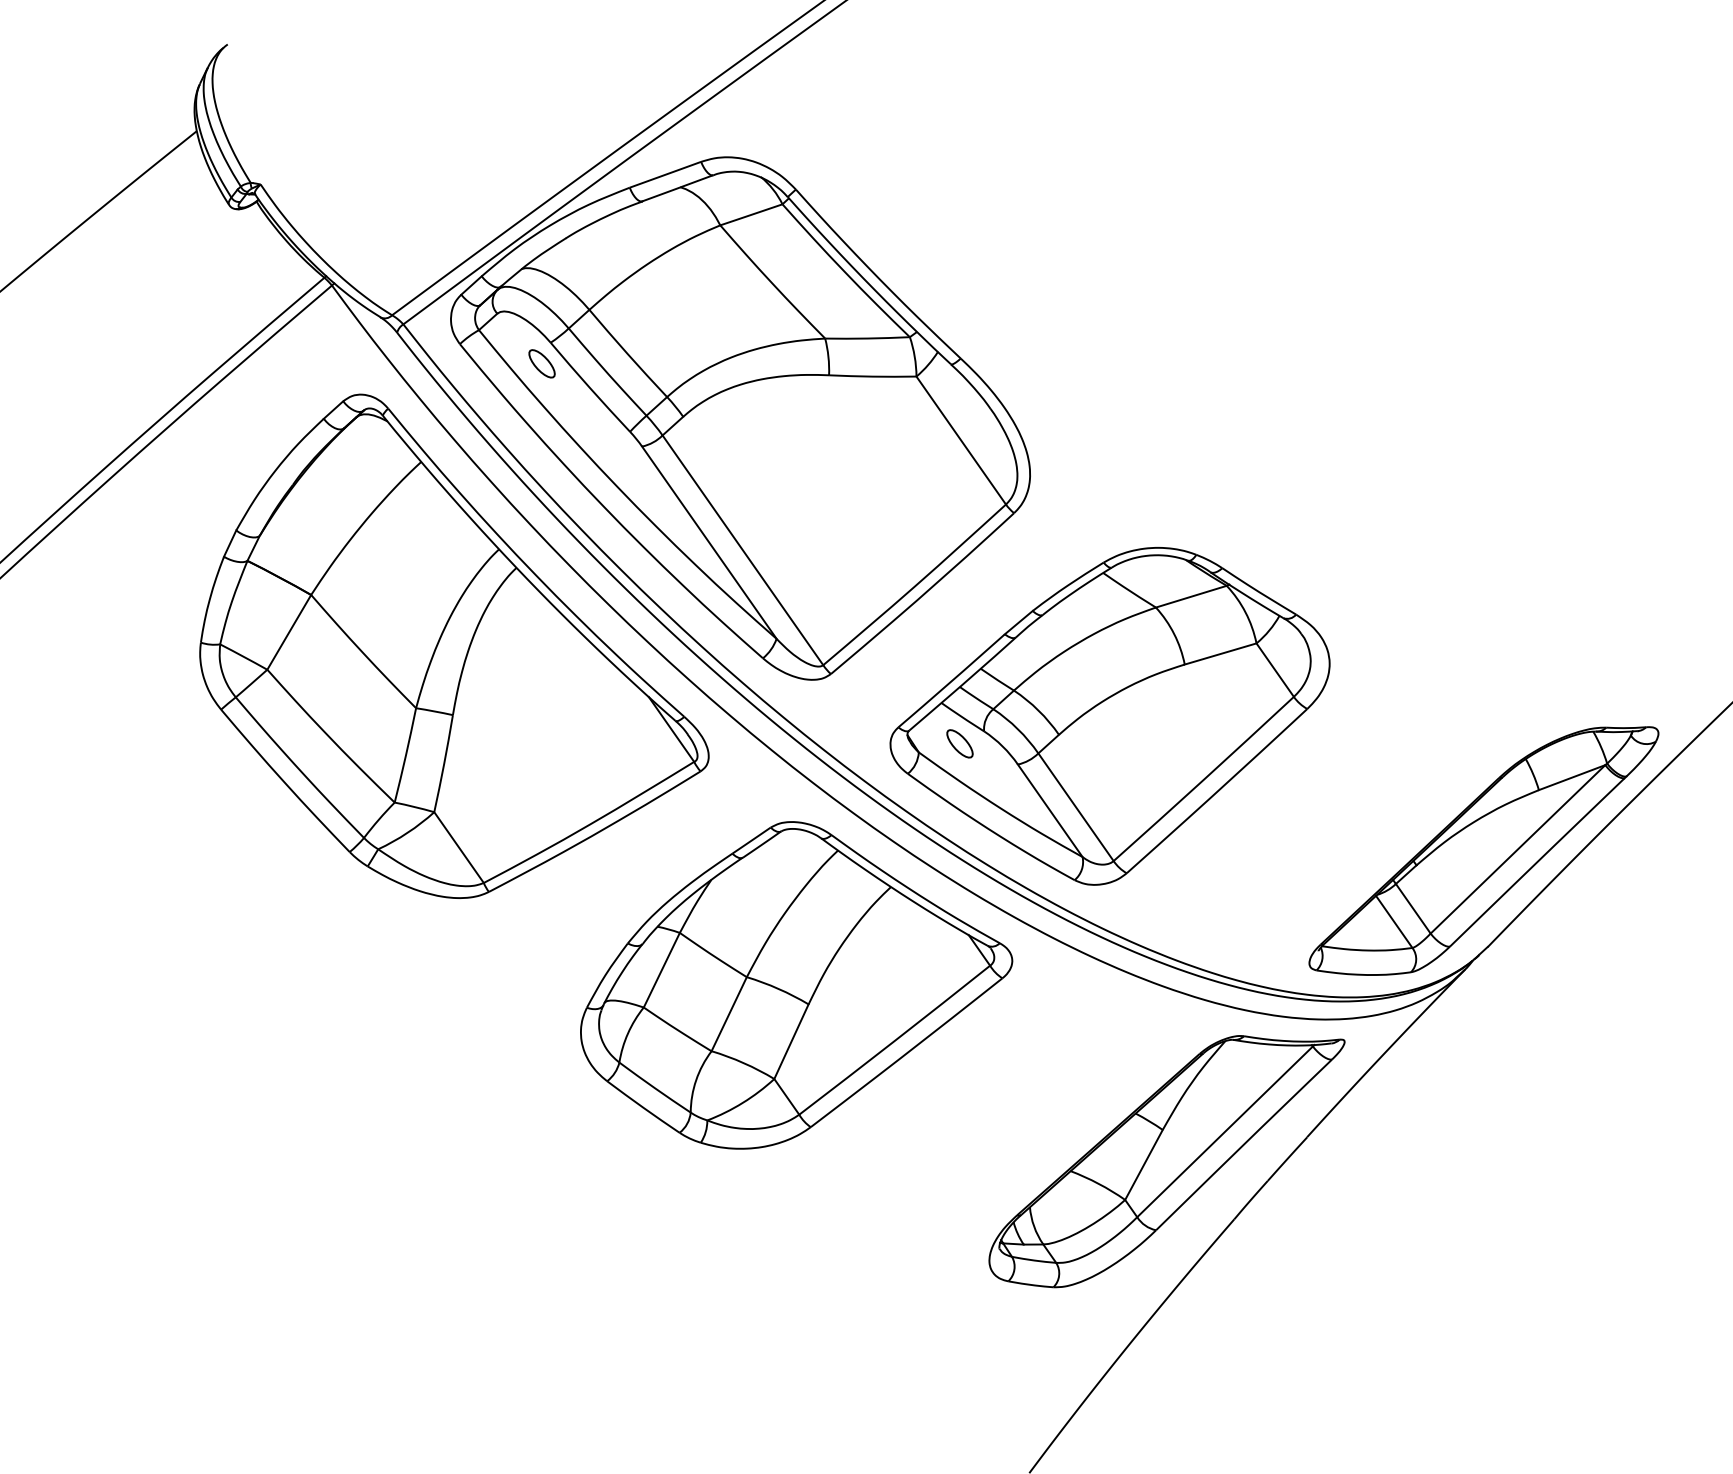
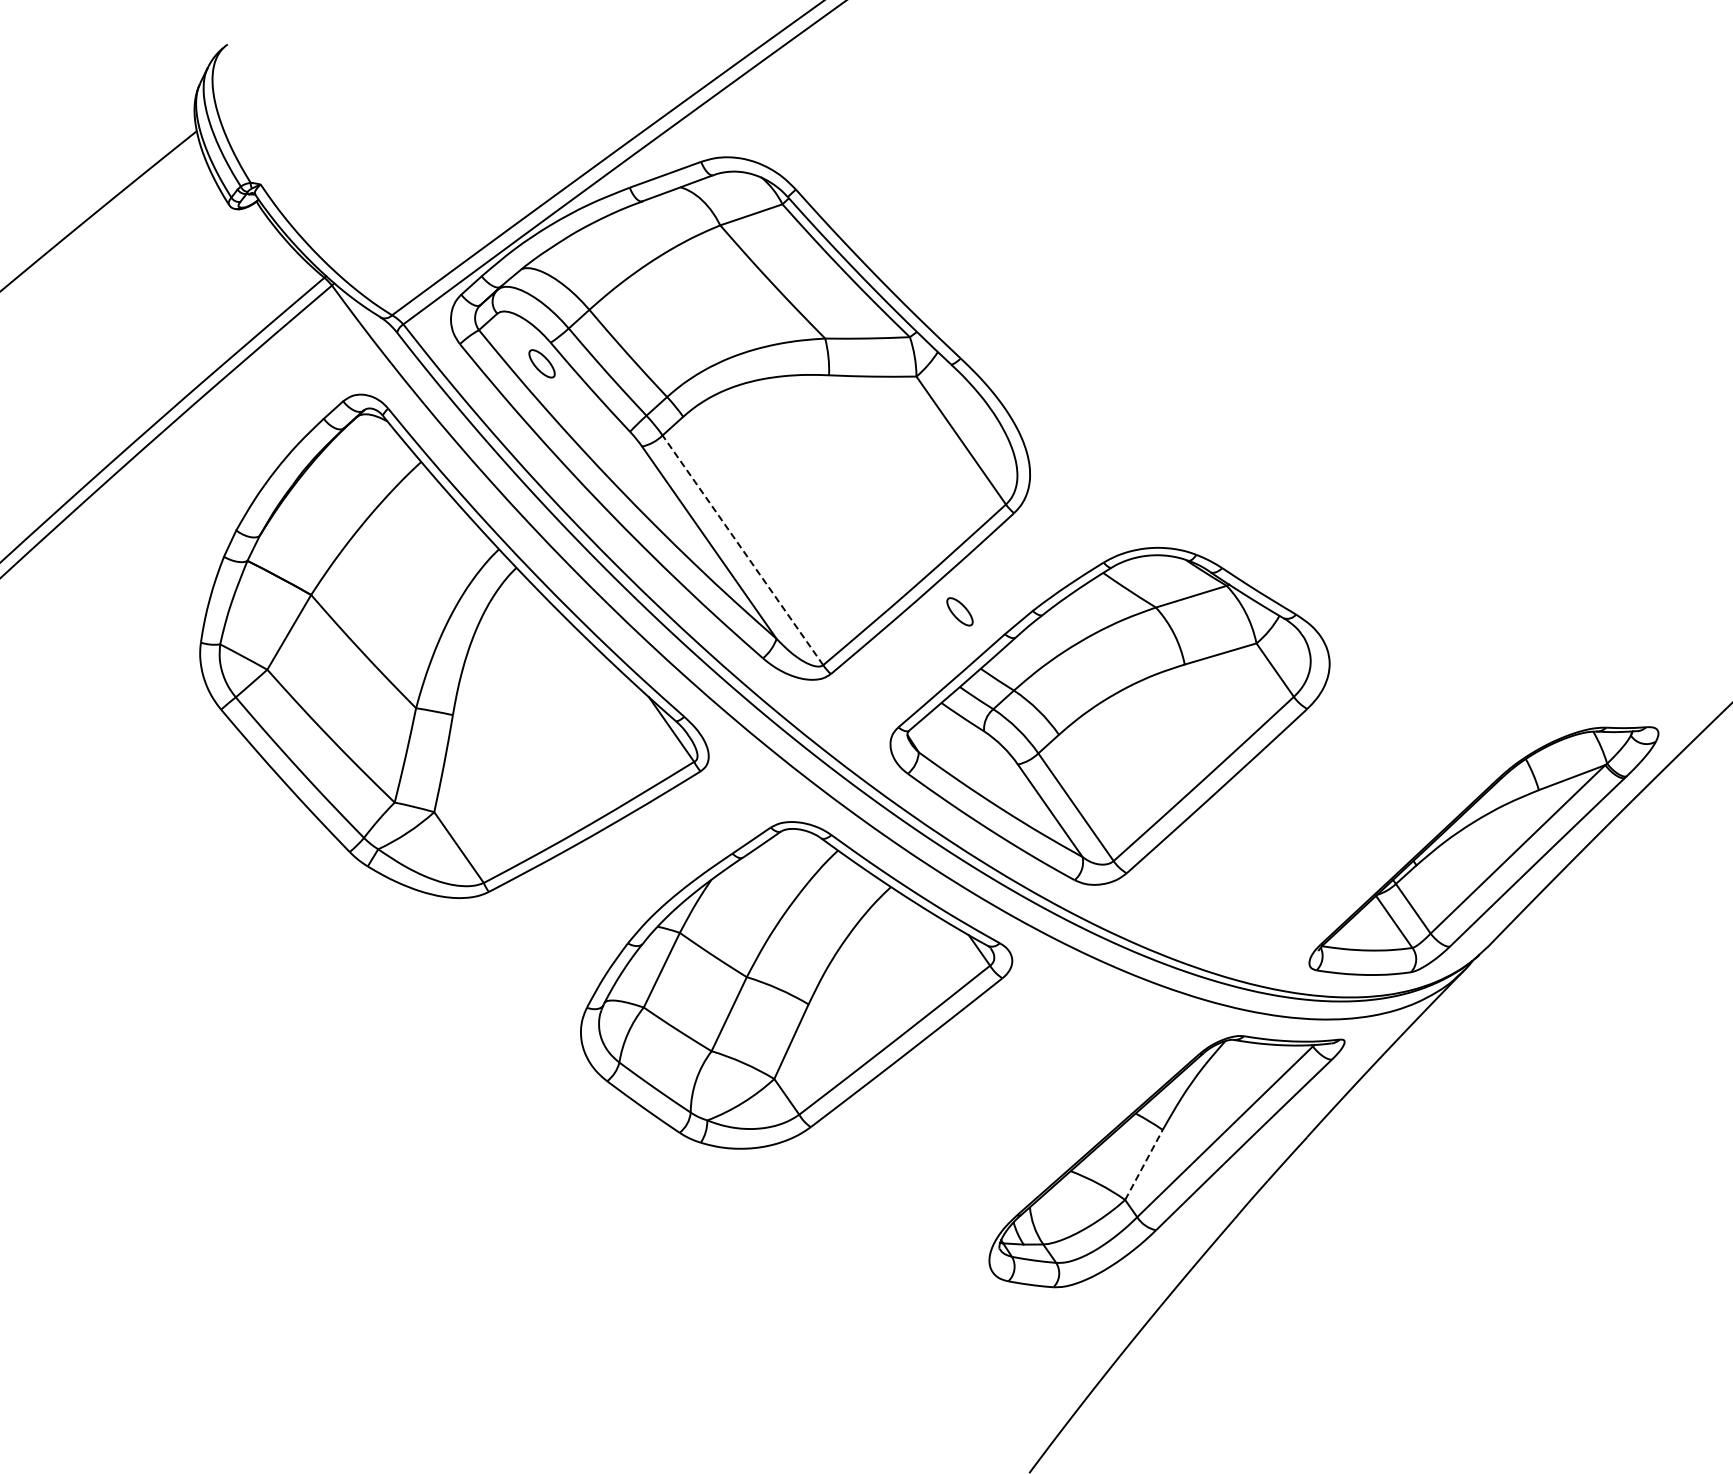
line at (742, 549): solid -> dashed
part at (959, 743) position: (959, 743) -> (959, 611)
line at (1143, 1164): solid -> dashed
